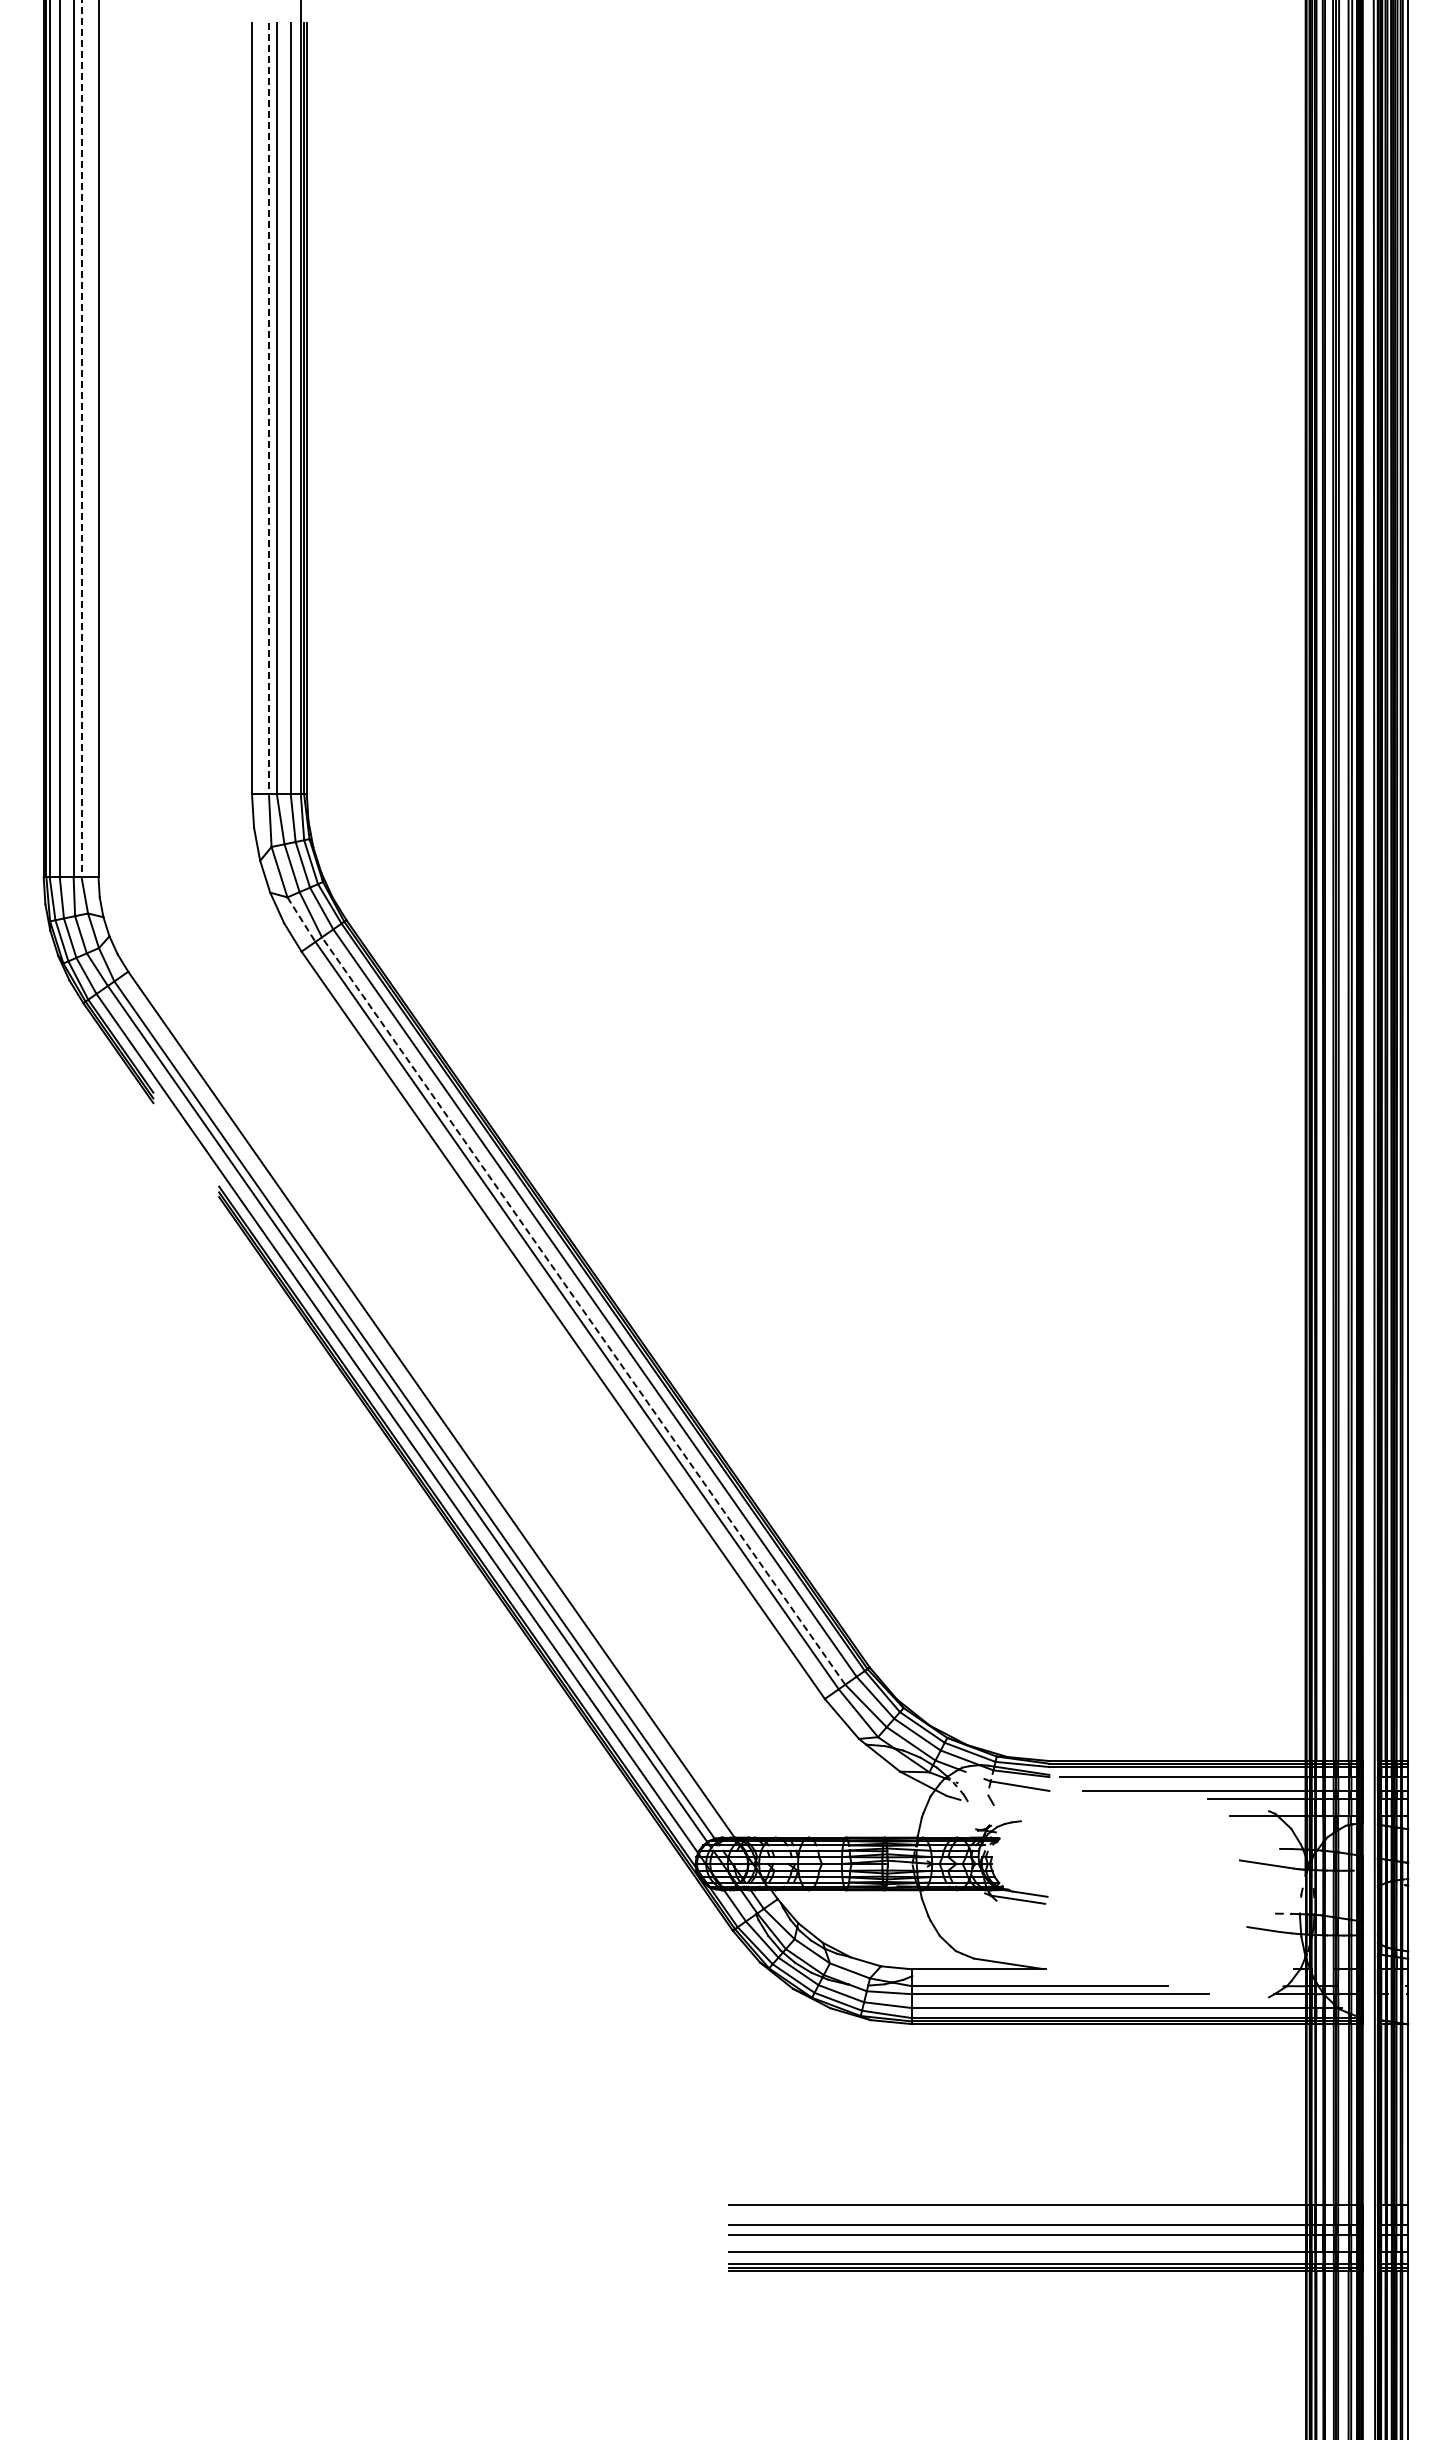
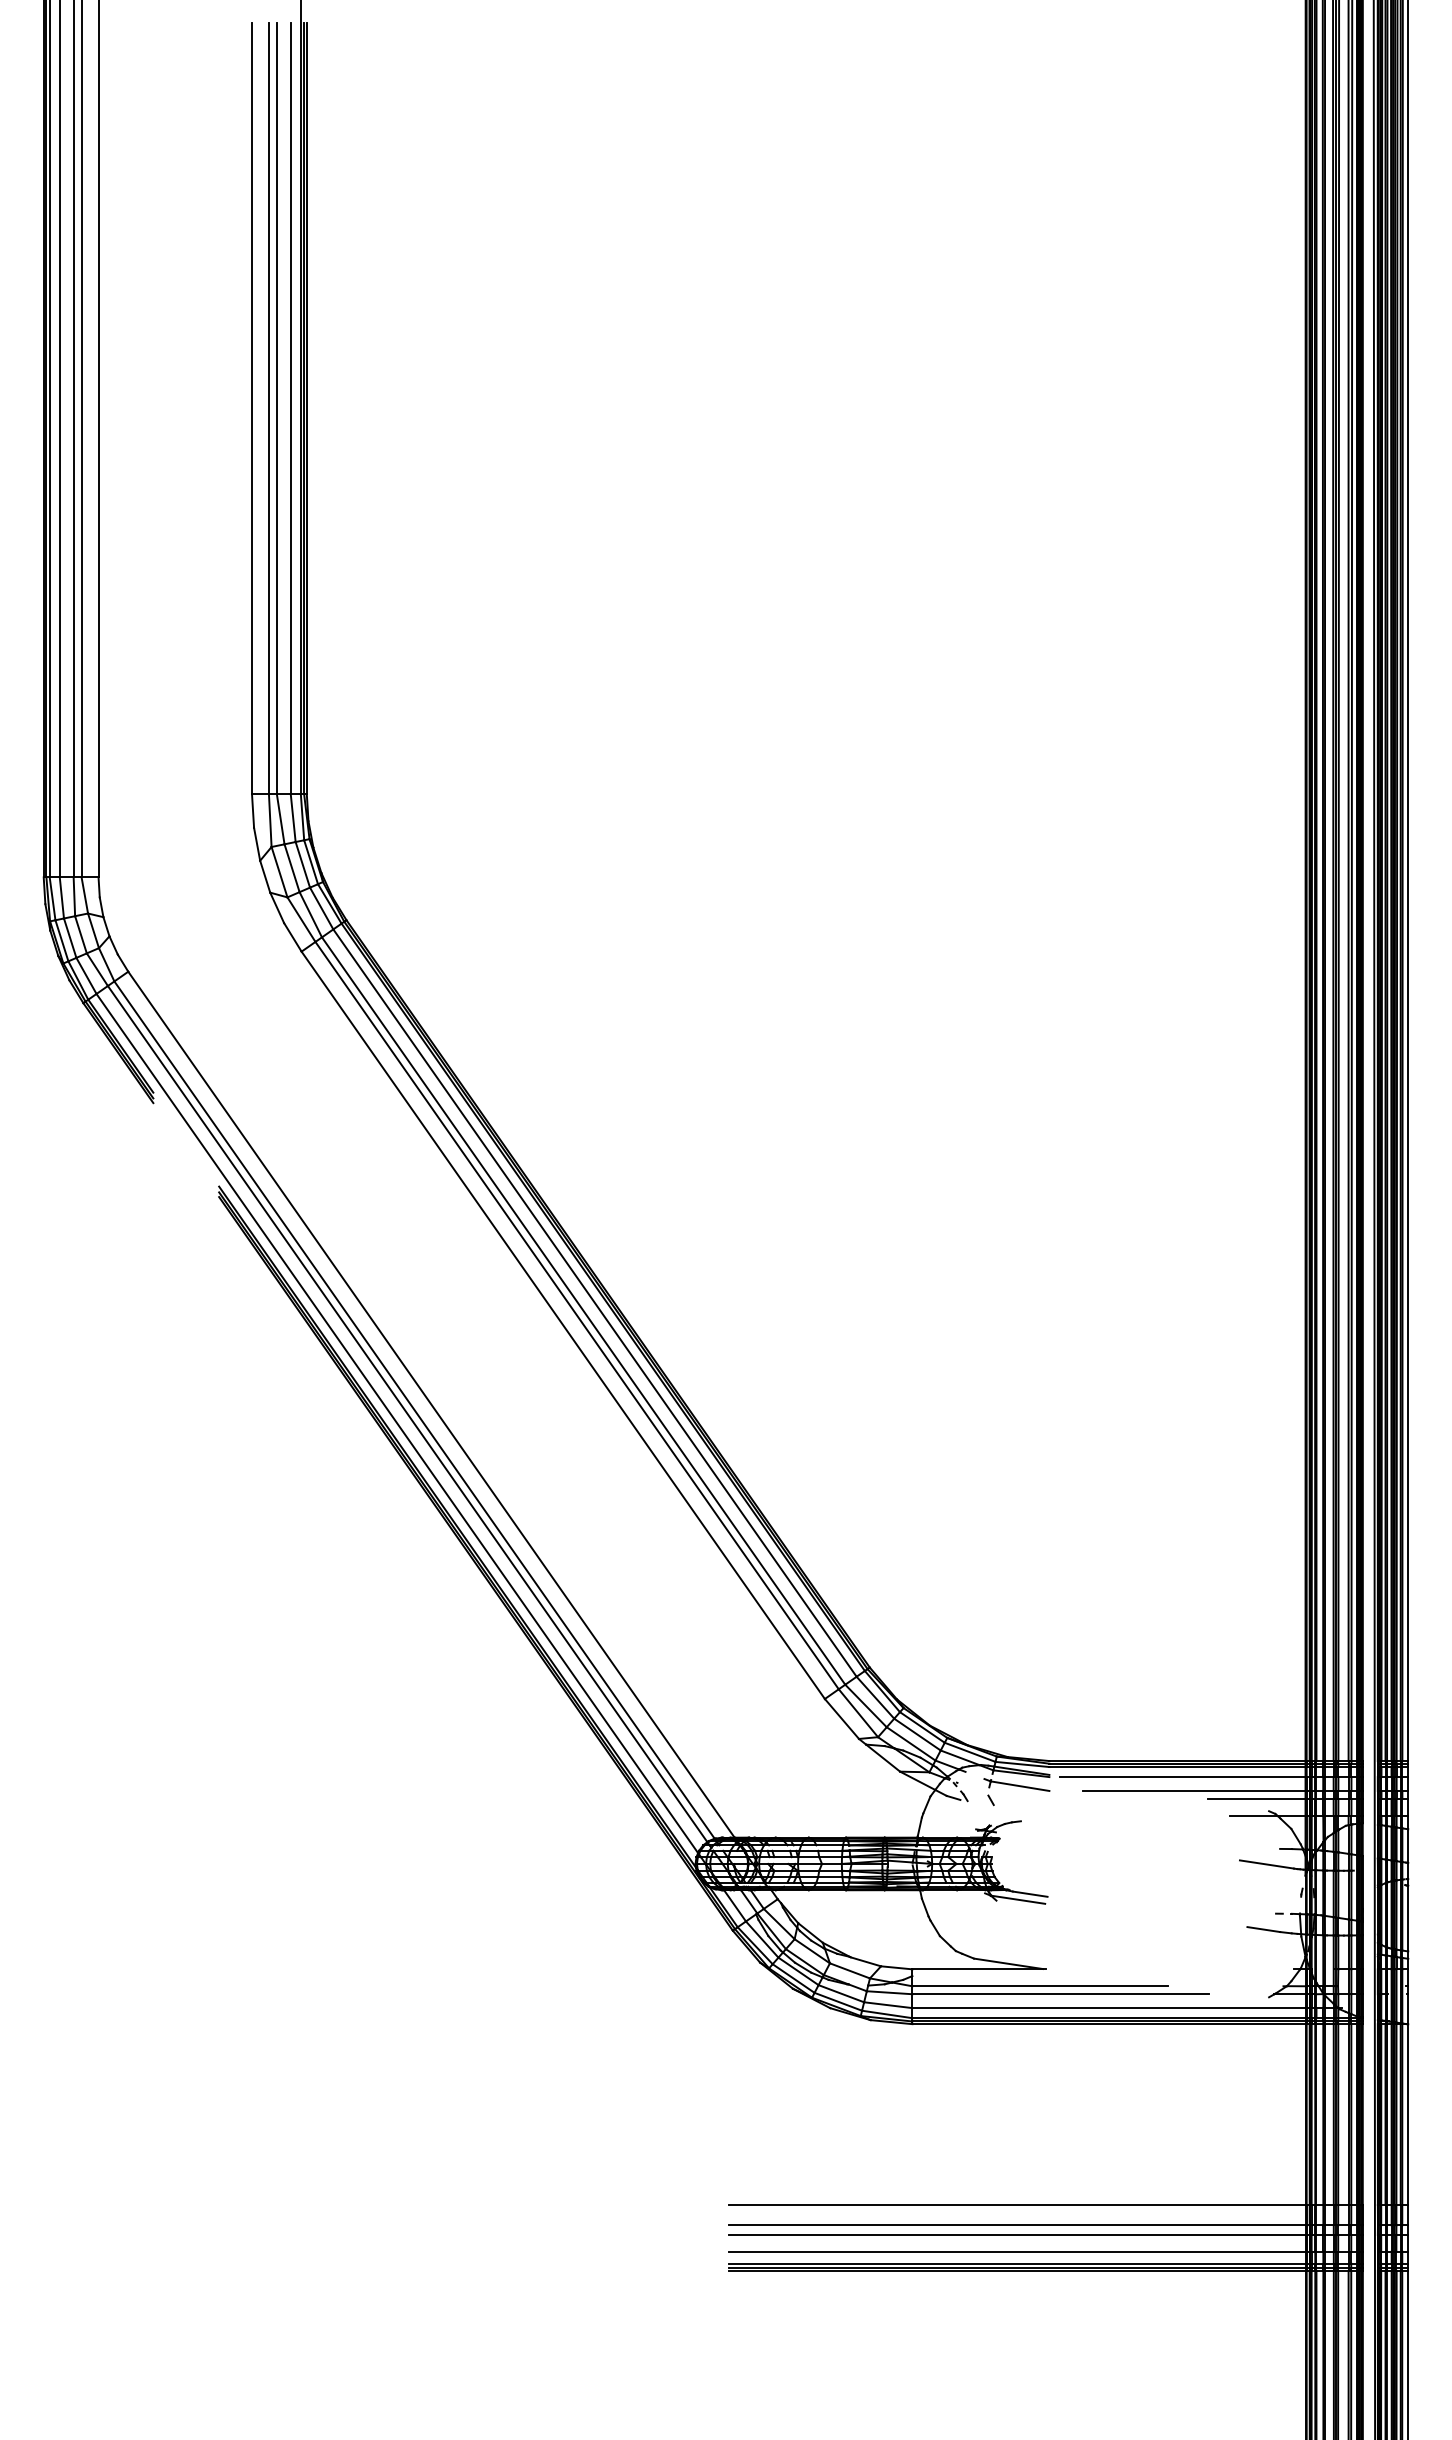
line at (268, 409): dashed -> solid
line at (81, 439): dashed -> solid
line at (301, 920): dashed -> solid
line at (583, 1310): dashed -> solid
